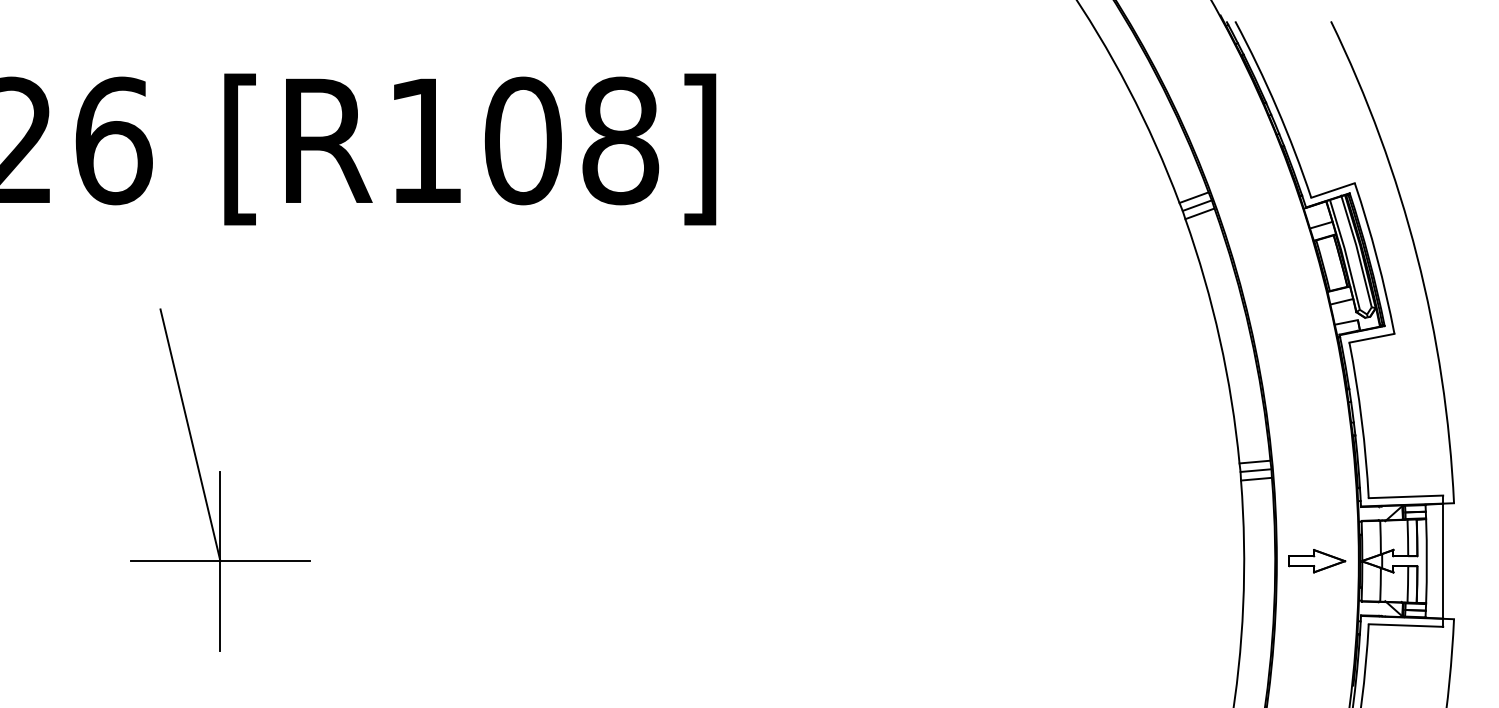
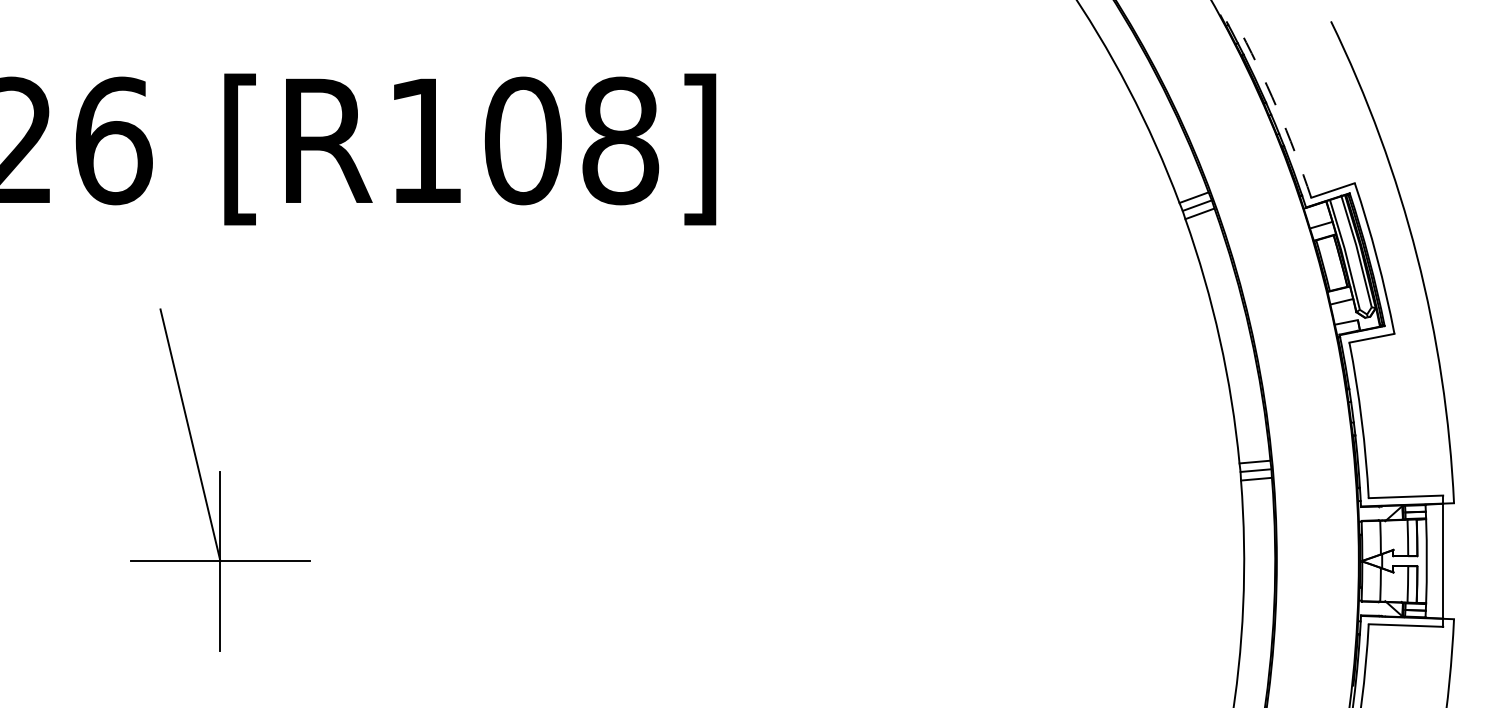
arc at (1276, 108): solid -> dashed
part at (1317, 561): present -> none
